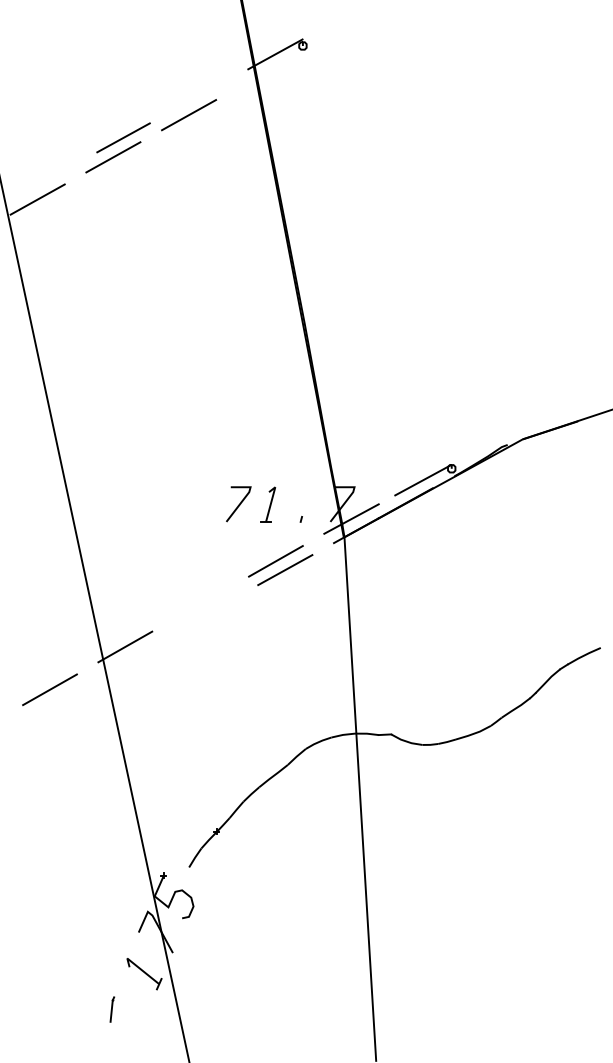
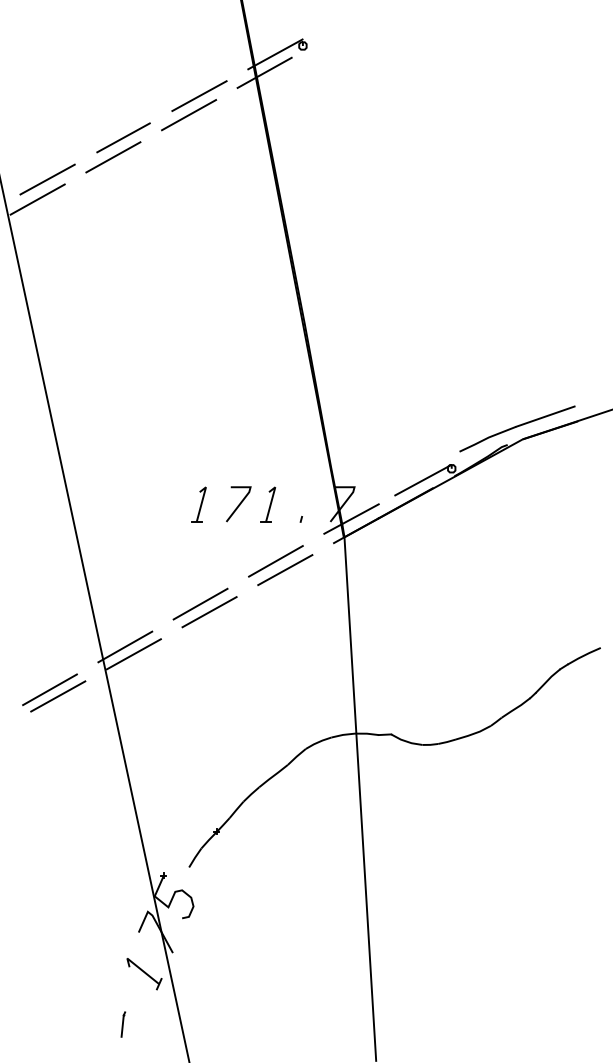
line at (264, 72): none -> present
line at (199, 96): none -> present
line at (47, 179): none -> present
part at (517, 428): none -> present
part at (198, 504): none -> present
line at (200, 603): none -> present
line at (209, 612): none -> present
line at (133, 654): none -> present
line at (58, 696): none -> present
part at (112, 1009) position: (112, 1009) -> (123, 1024)
